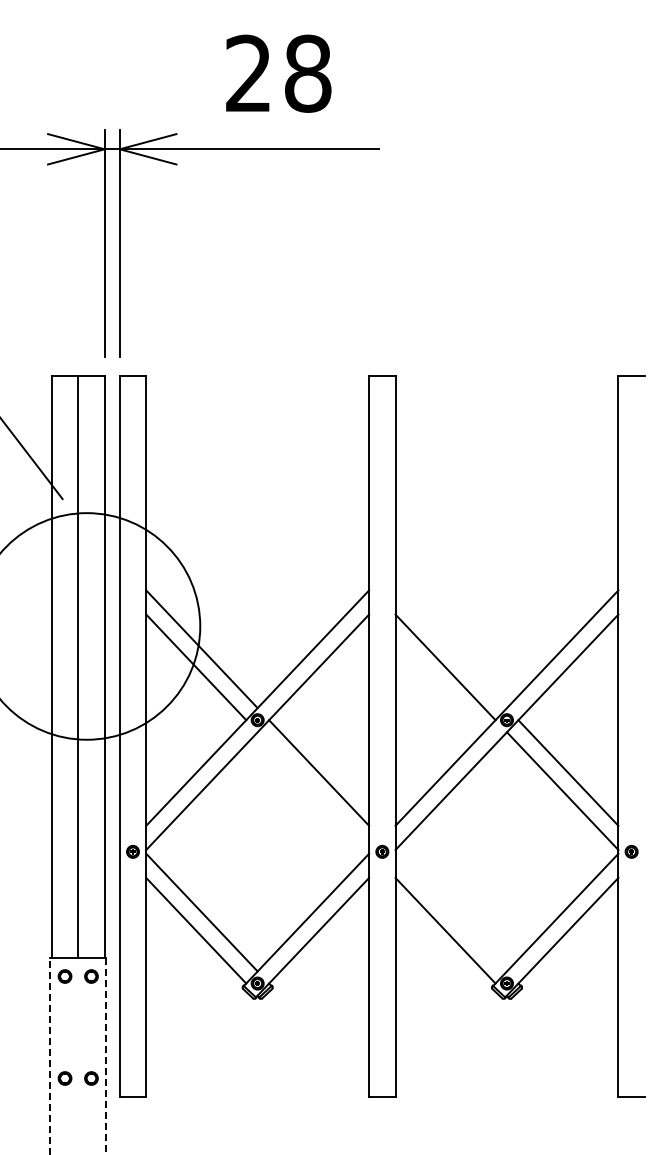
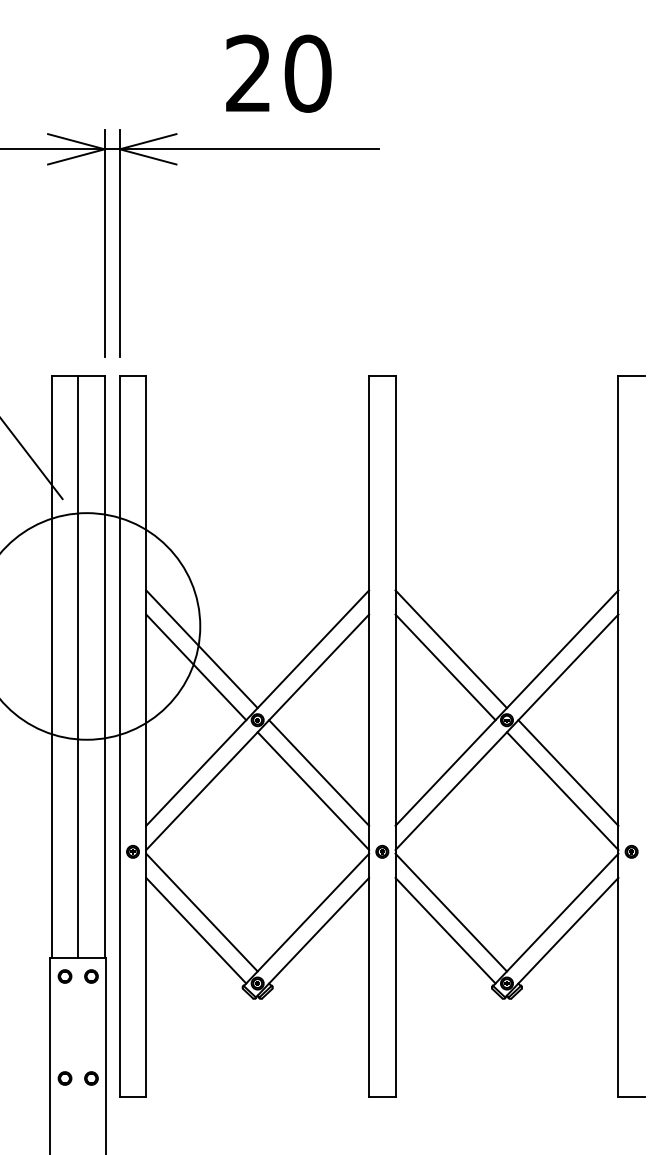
text at (307, 73): 28 -> 20
line at (450, 649): none -> present
line at (313, 790): none -> present
line at (450, 912): none -> present
line at (50, 1055): dashed -> solid
line at (106, 1056): dashed -> solid
